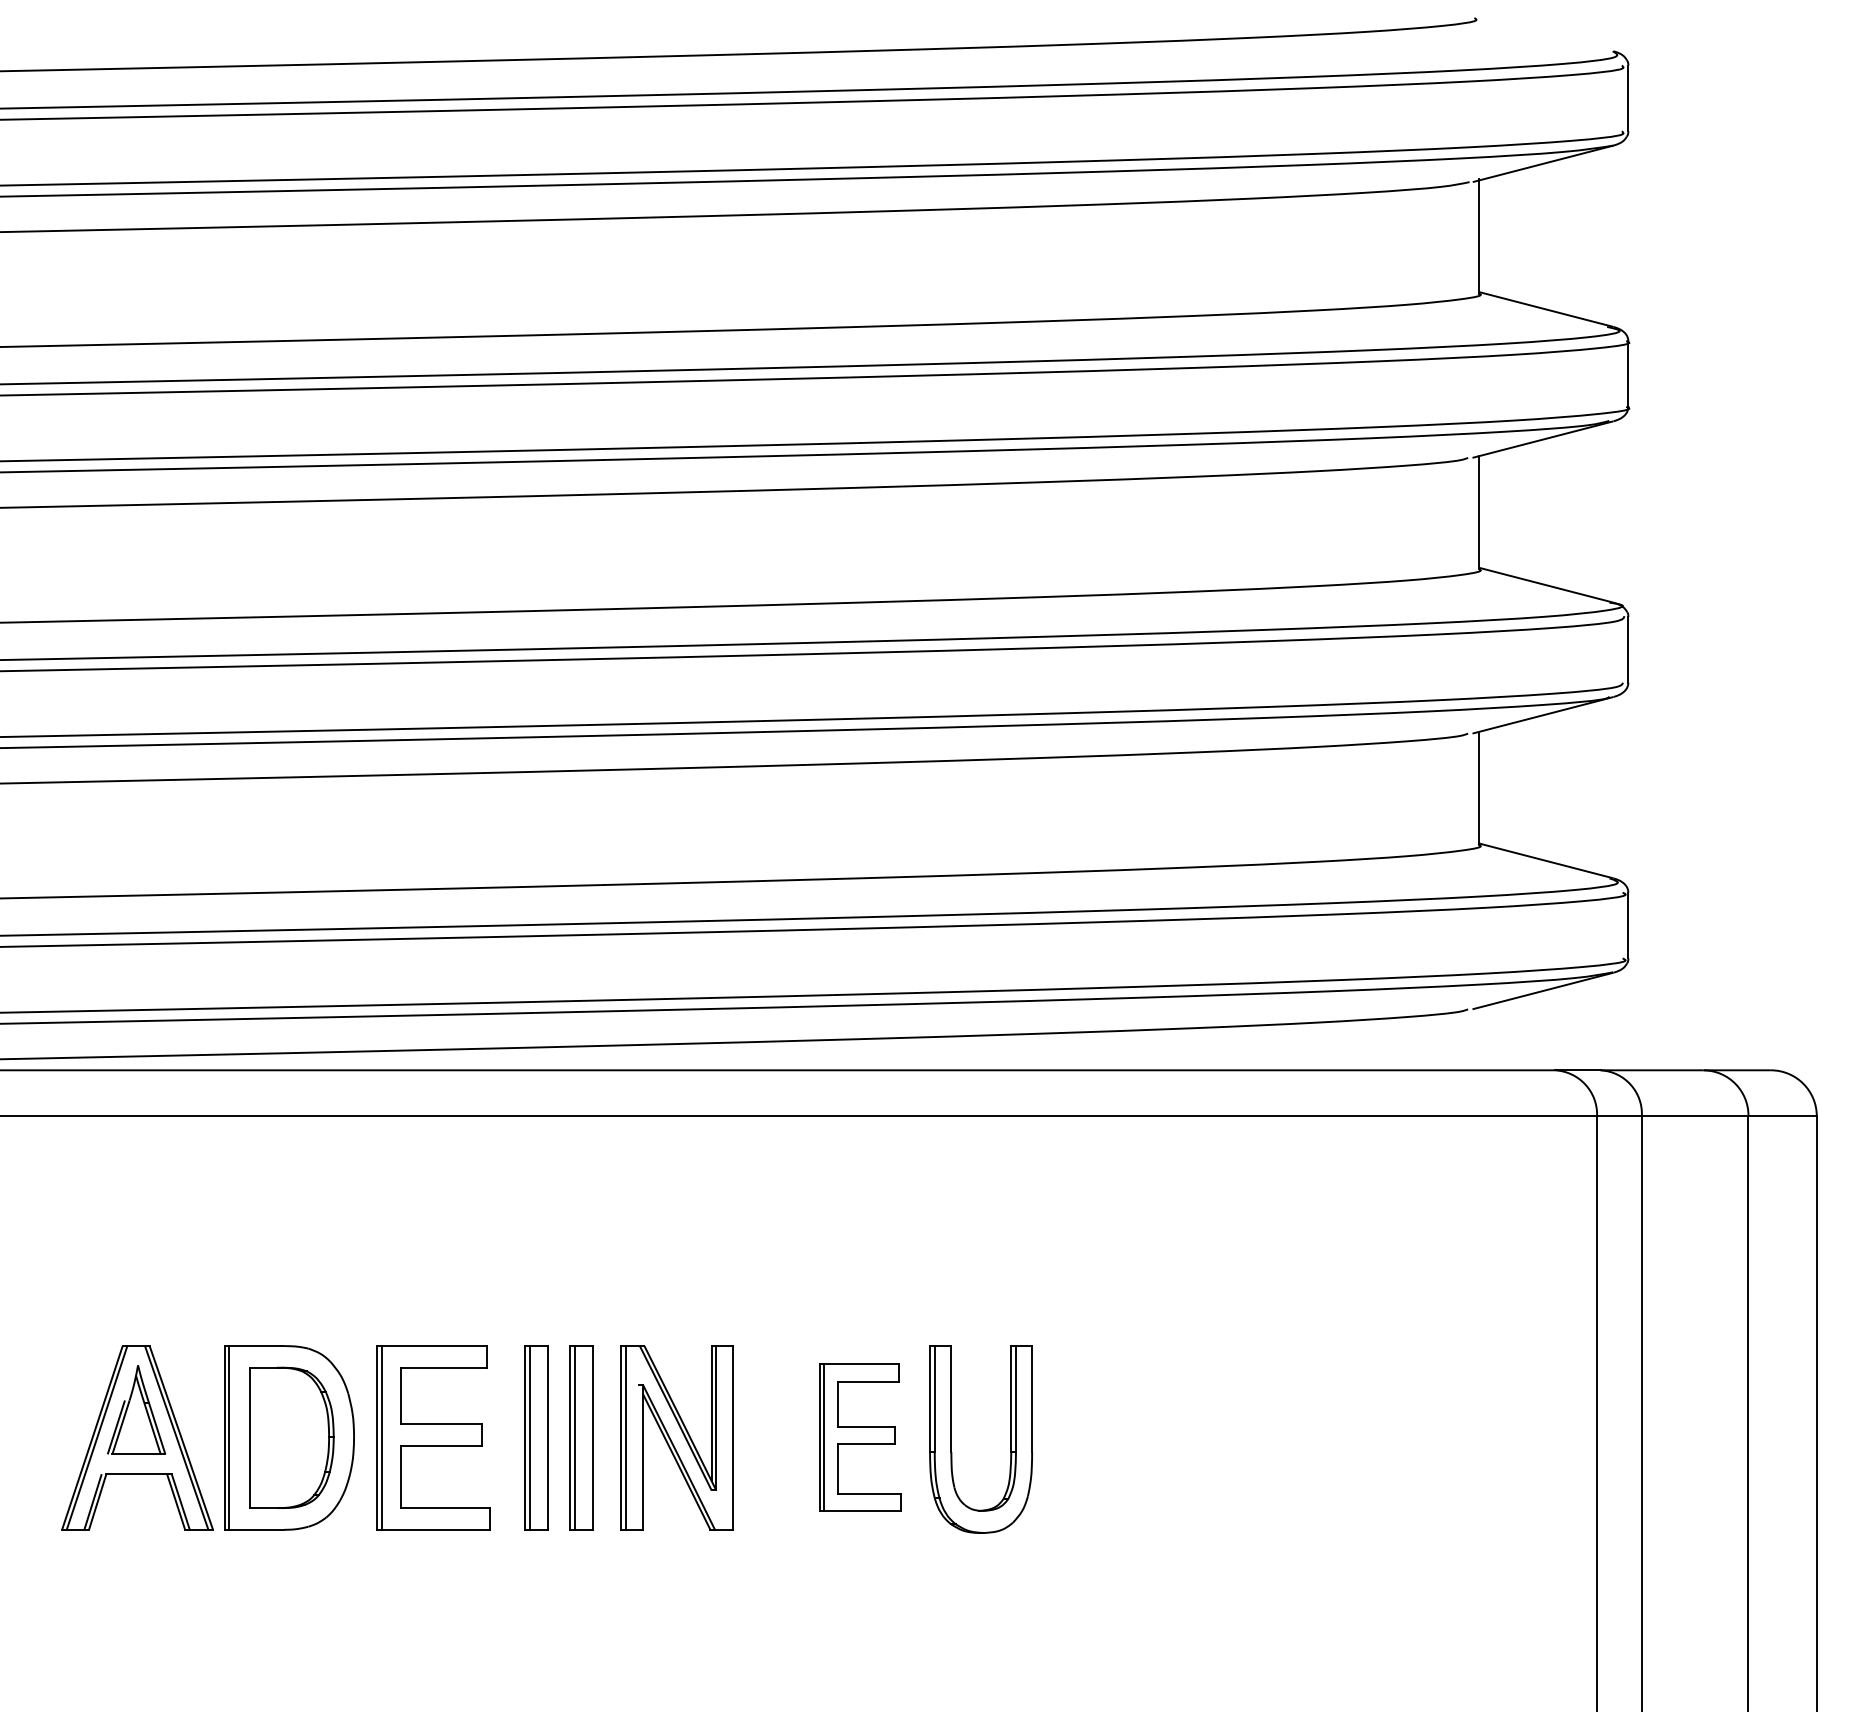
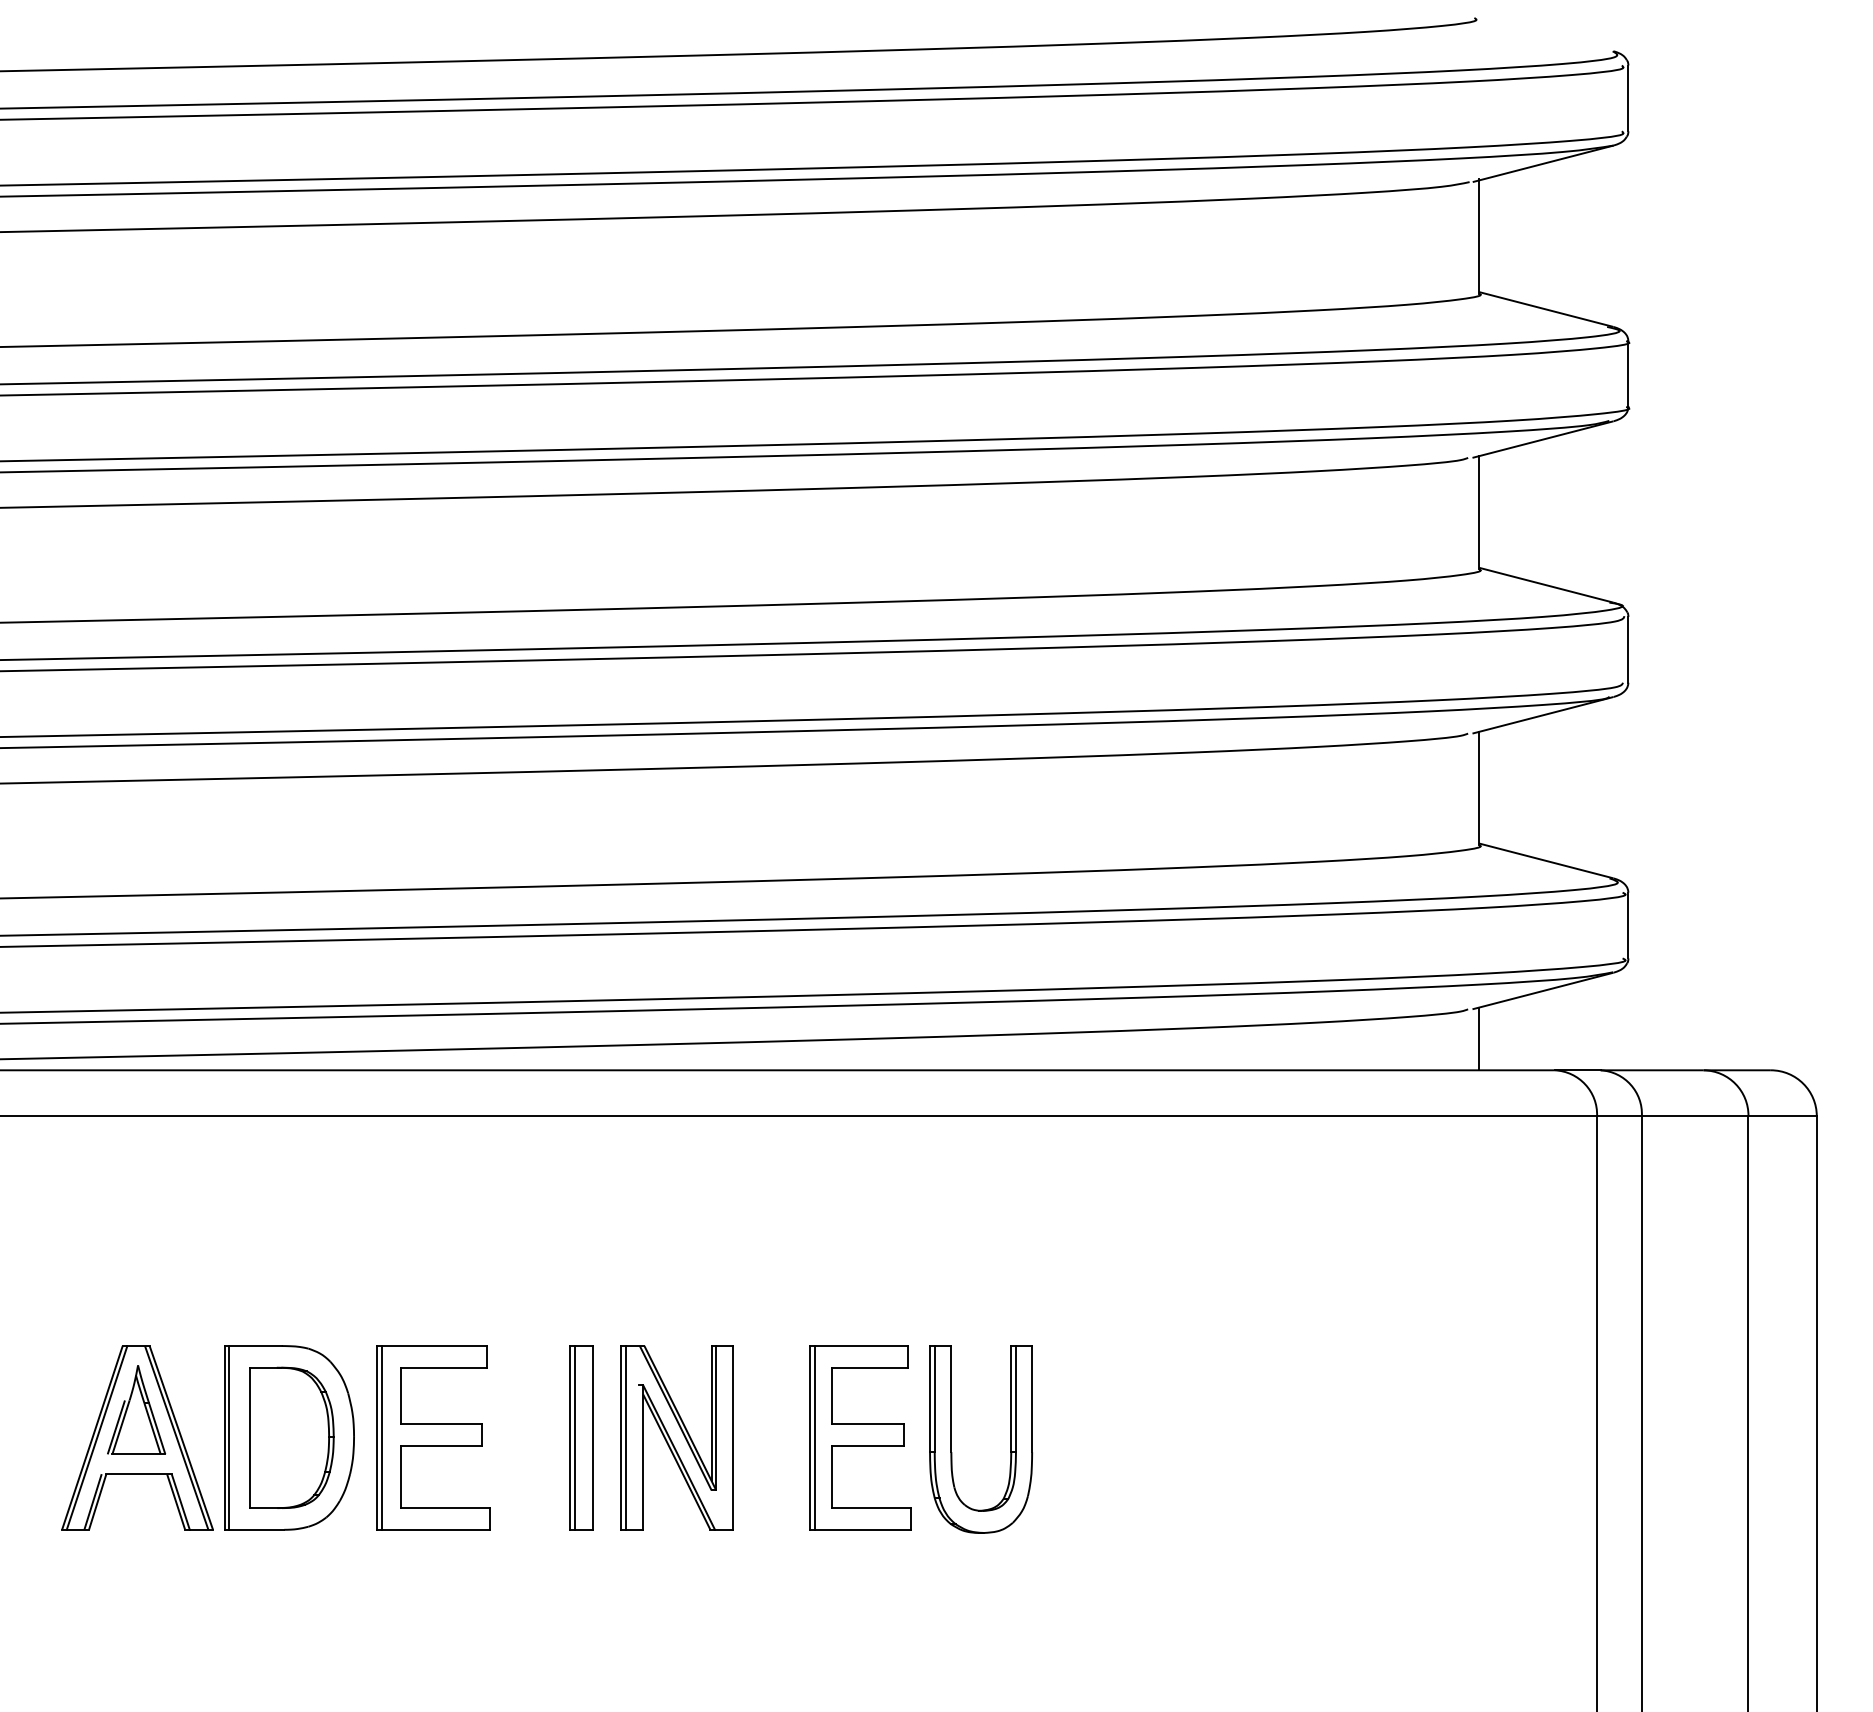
line at (1479, 1038): none -> present
part at (536, 1437): present -> none
part at (860, 1437) size: 83x149 px -> 103x186 px
